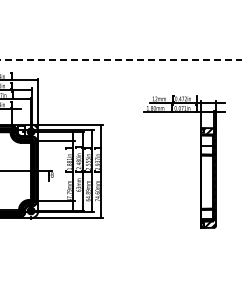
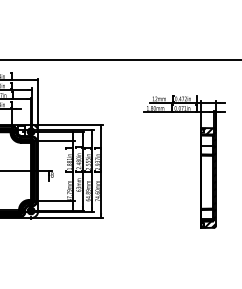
line at (120, 59): dashed -> solid
